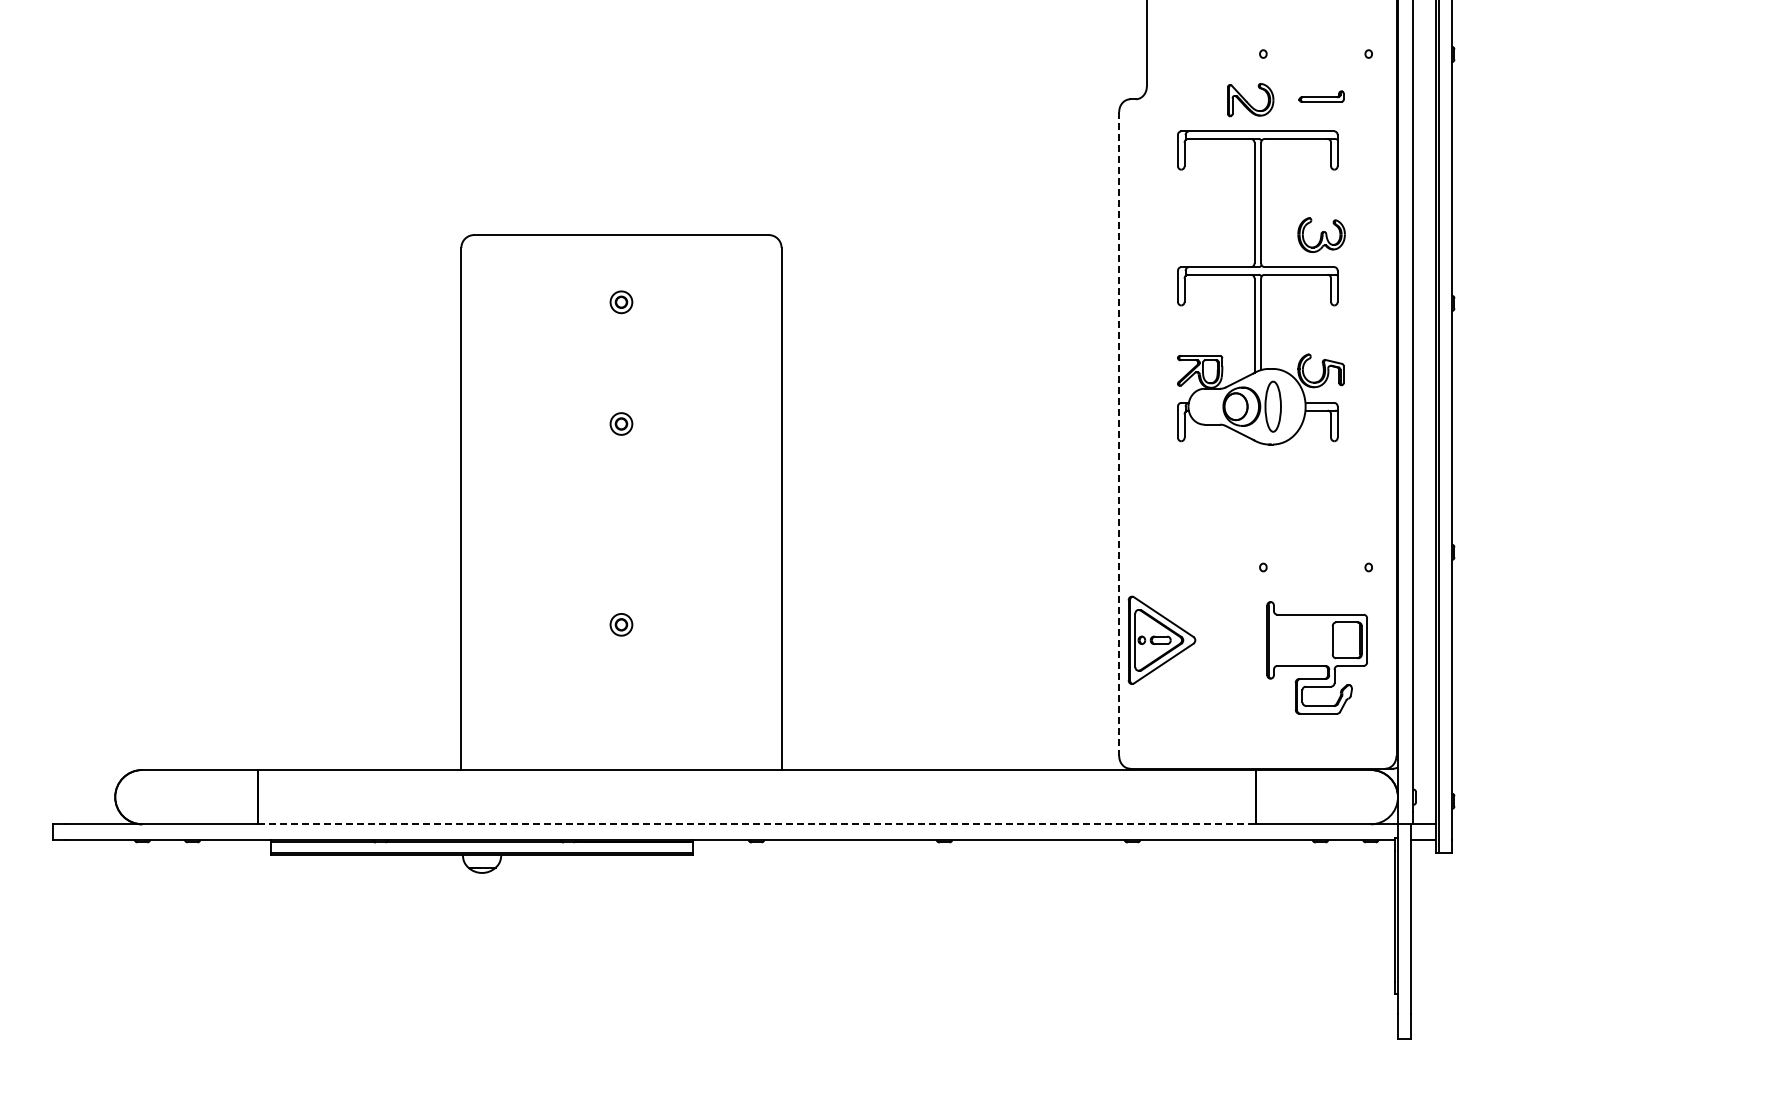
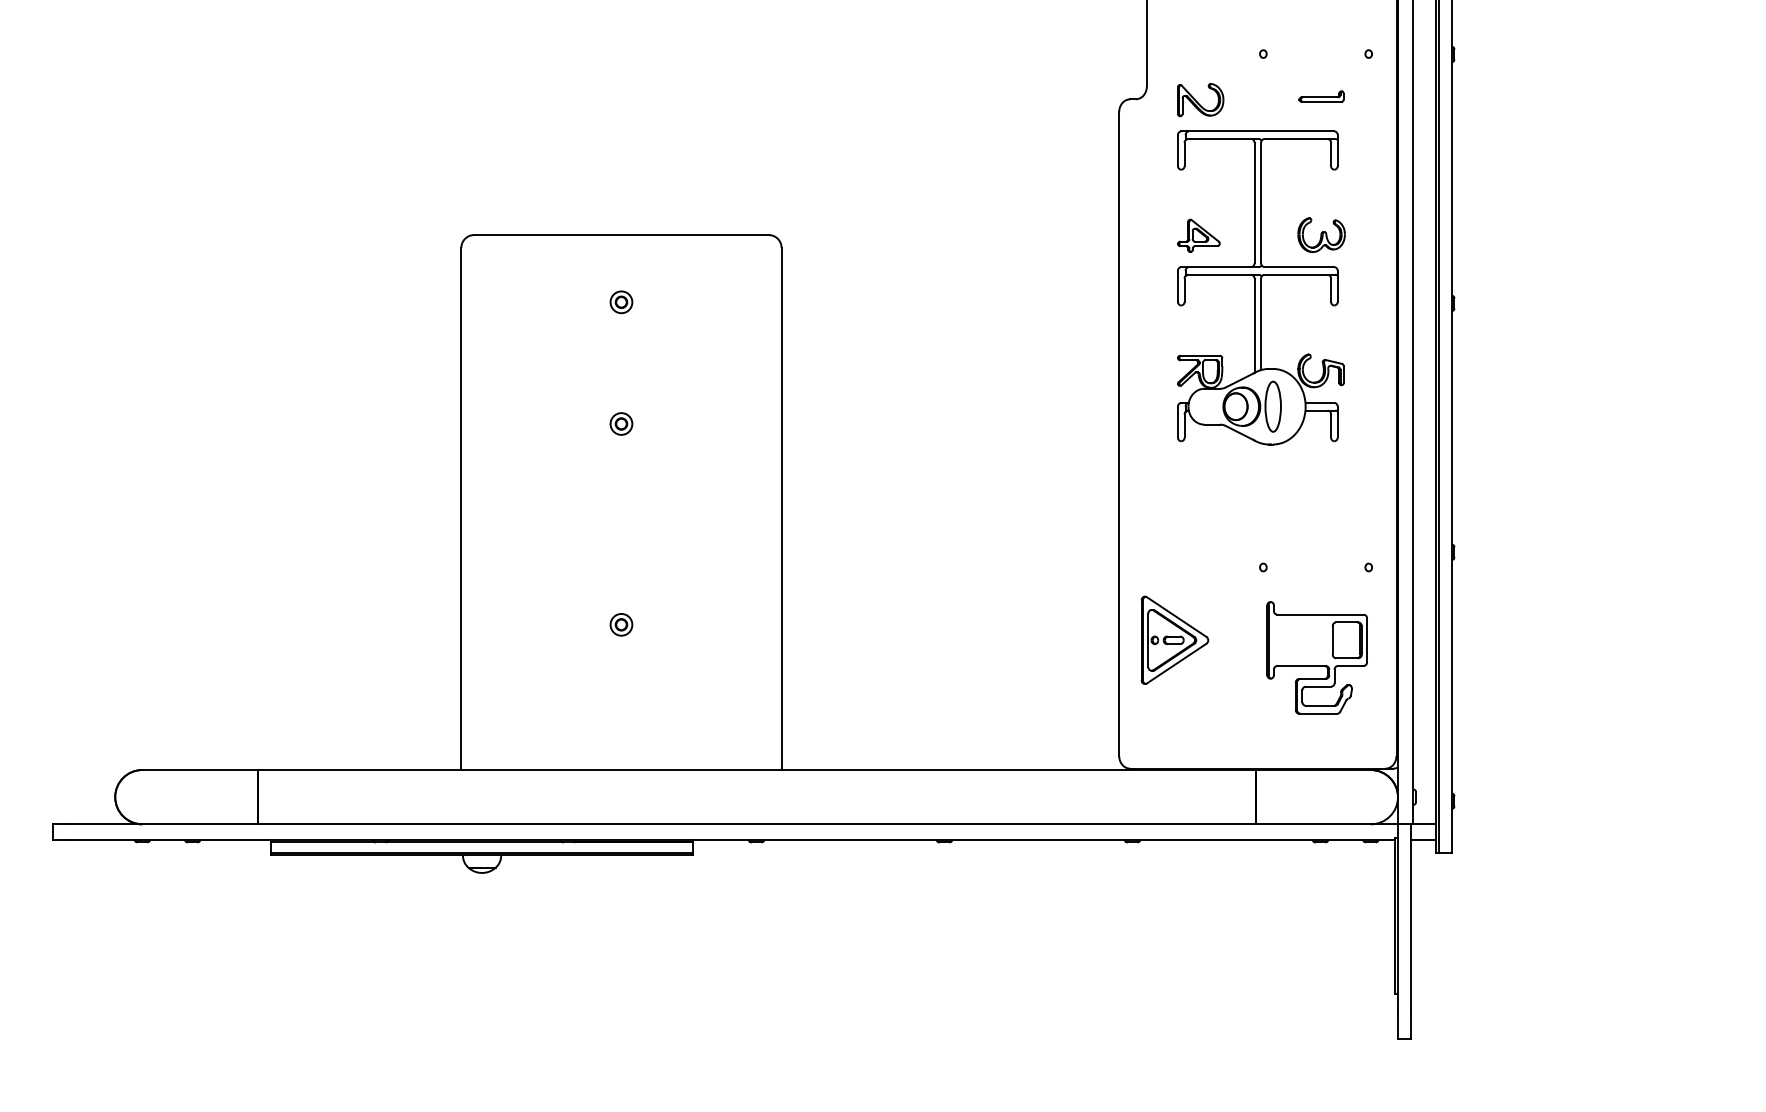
part at (1250, 100) position: (1250, 100) -> (1200, 100)
part at (1198, 235): none -> present
line at (1119, 434): dashed -> solid
part at (1161, 639) position: (1161, 639) -> (1174, 639)
line at (756, 824): dashed -> solid
